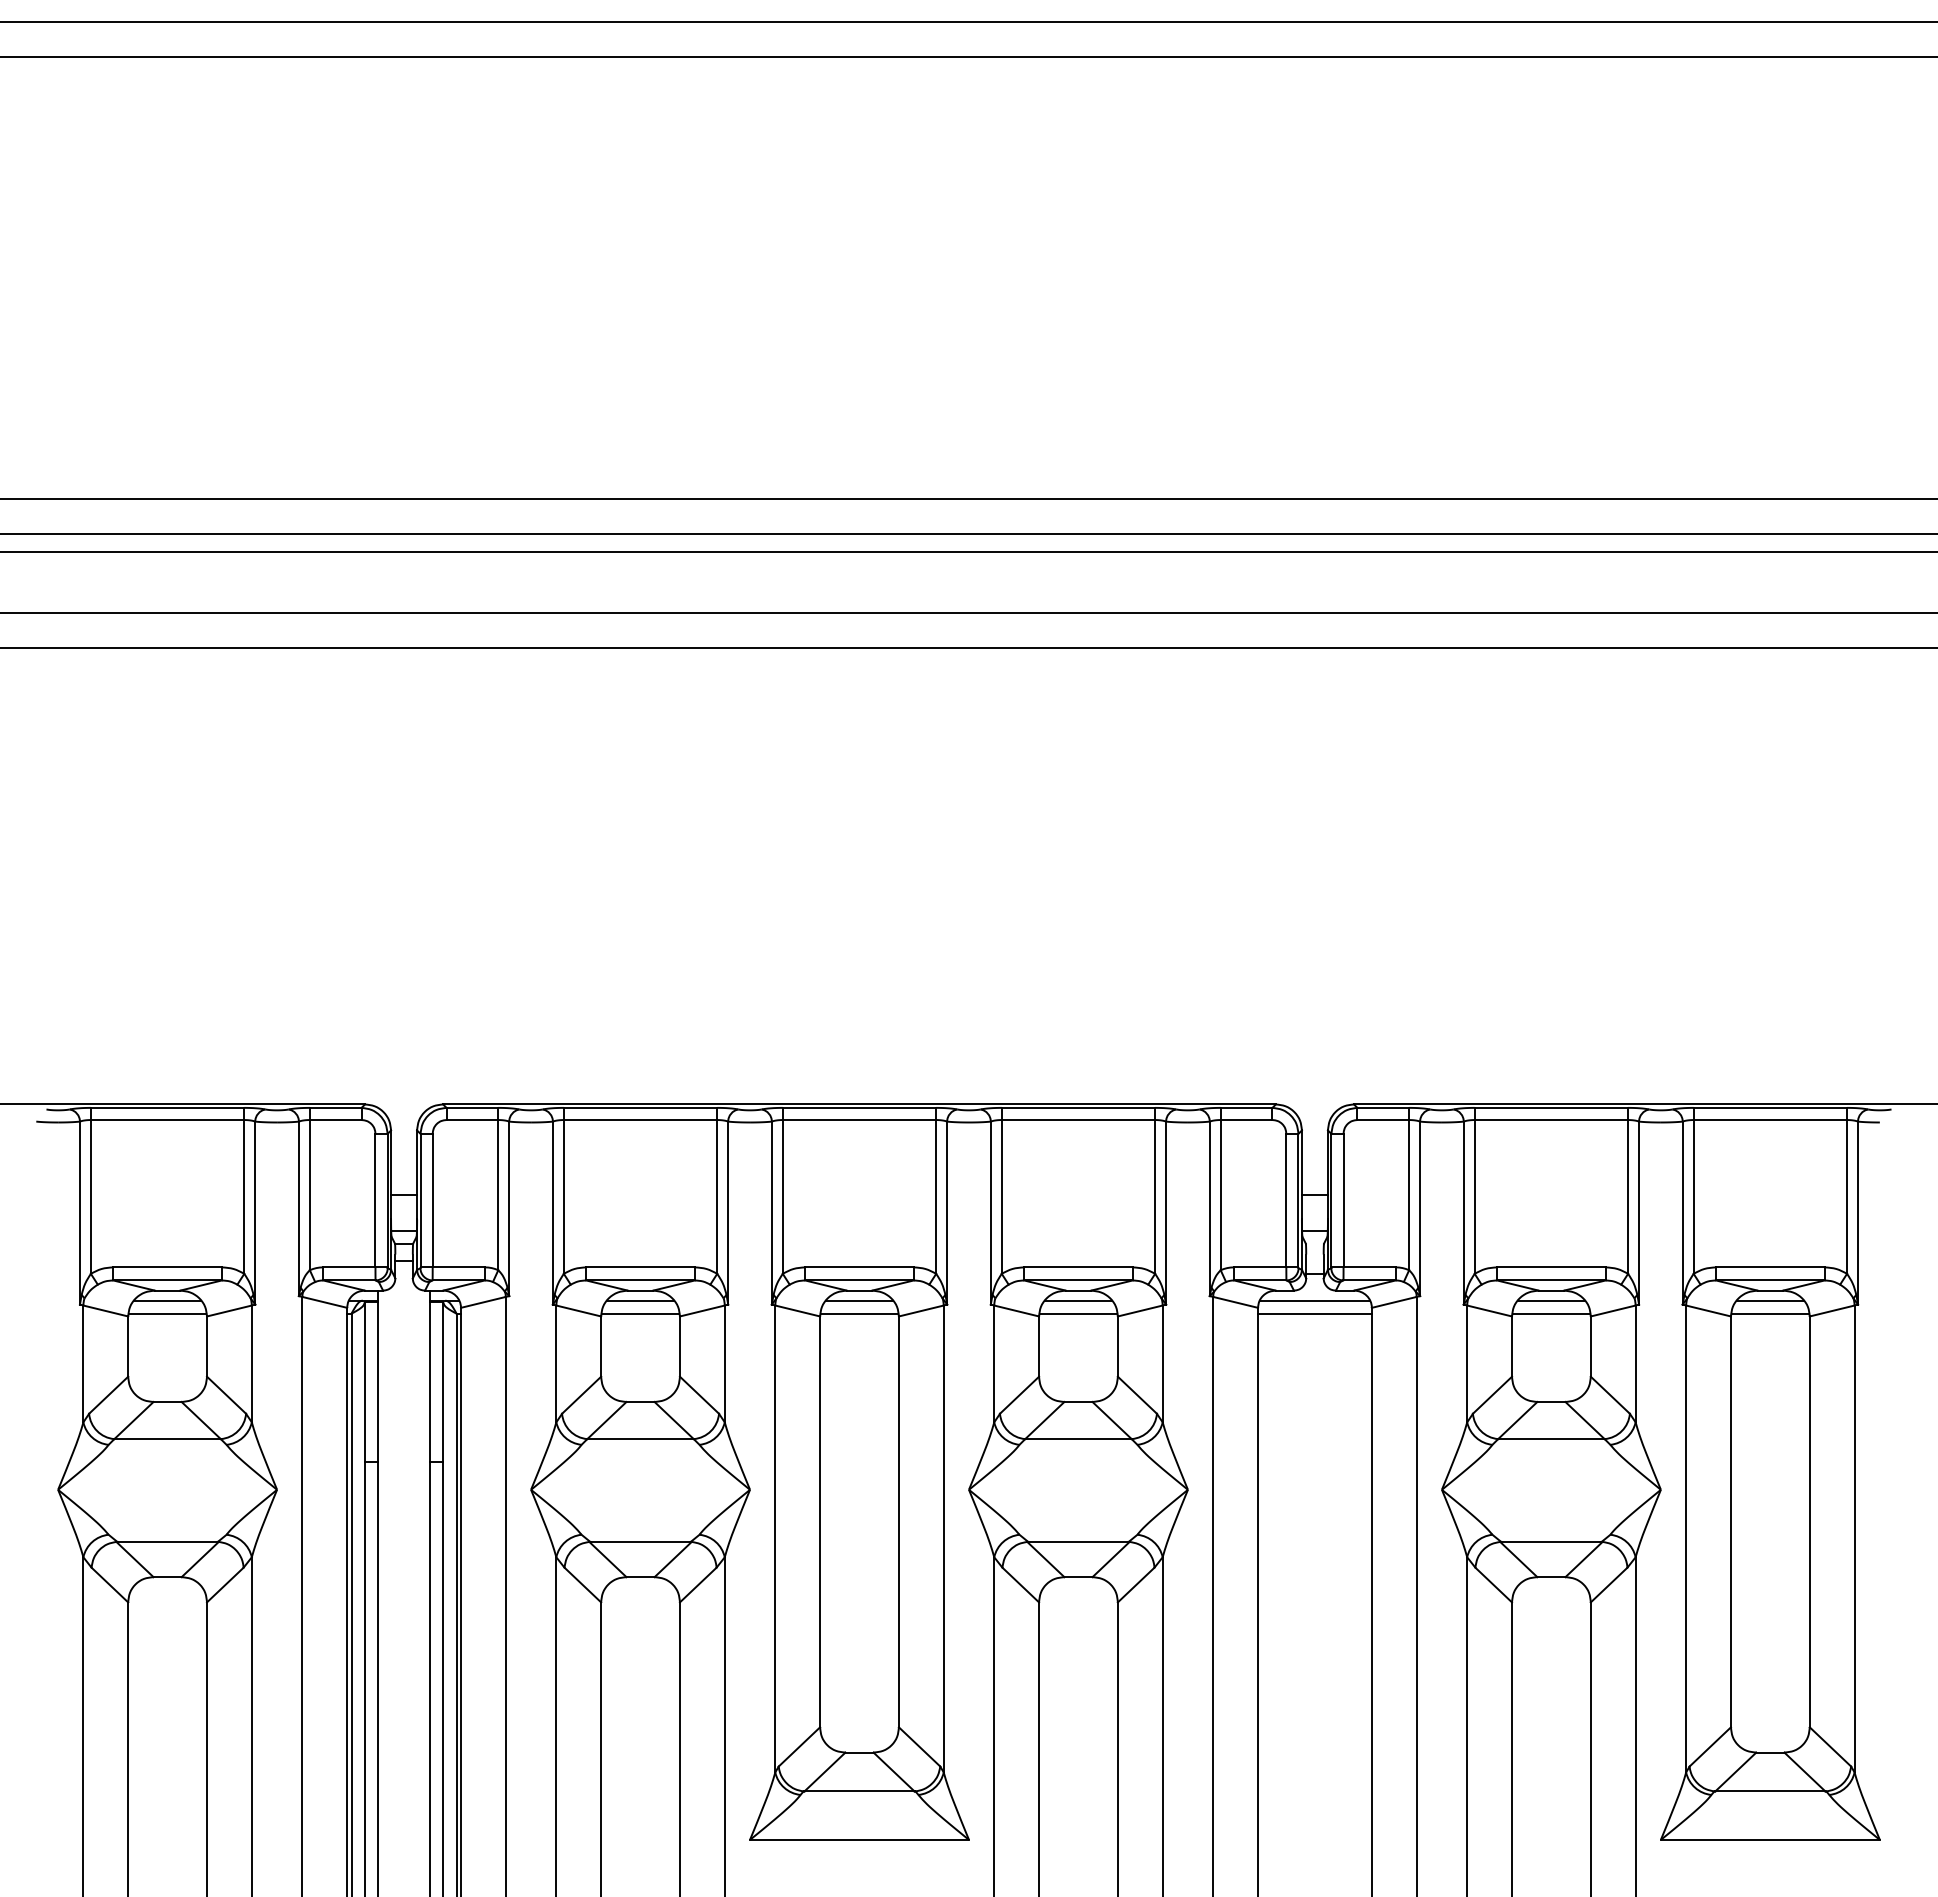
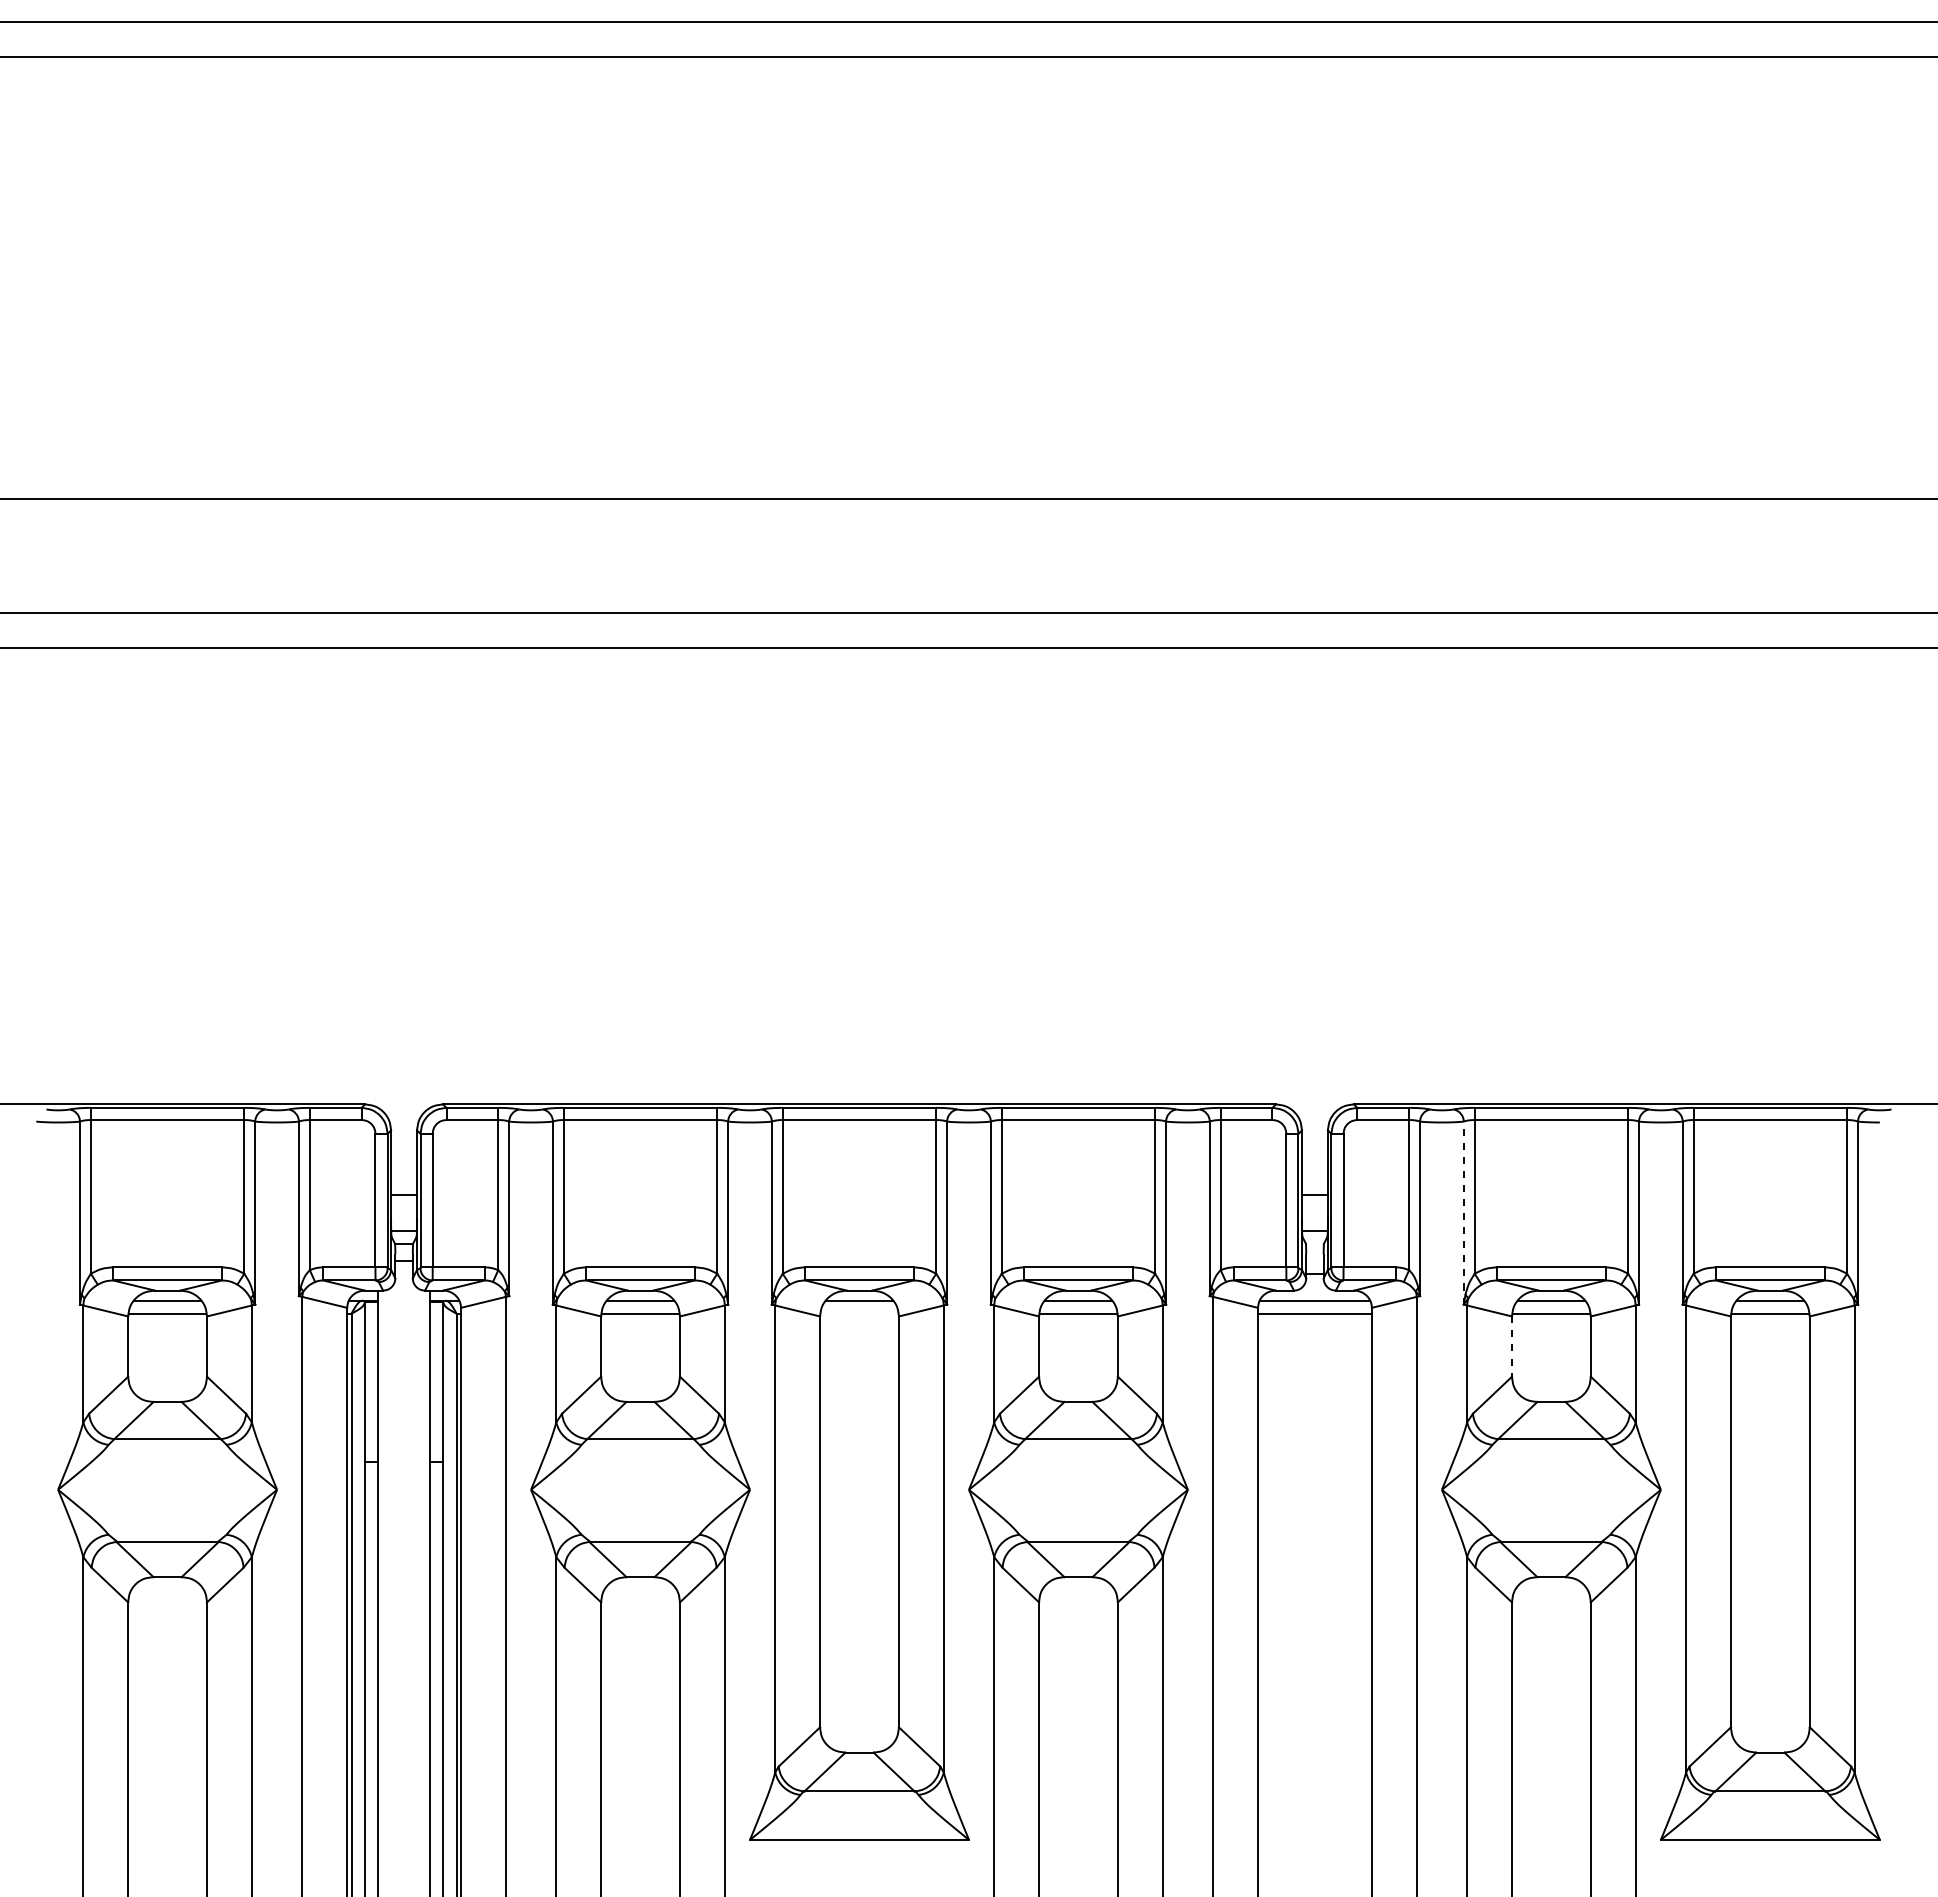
line at (968, 534): present -> none
line at (968, 551): present -> none
line at (1463, 1212): solid -> dashed
line at (859, 1313): present -> none
line at (1512, 1347): solid -> dashed
